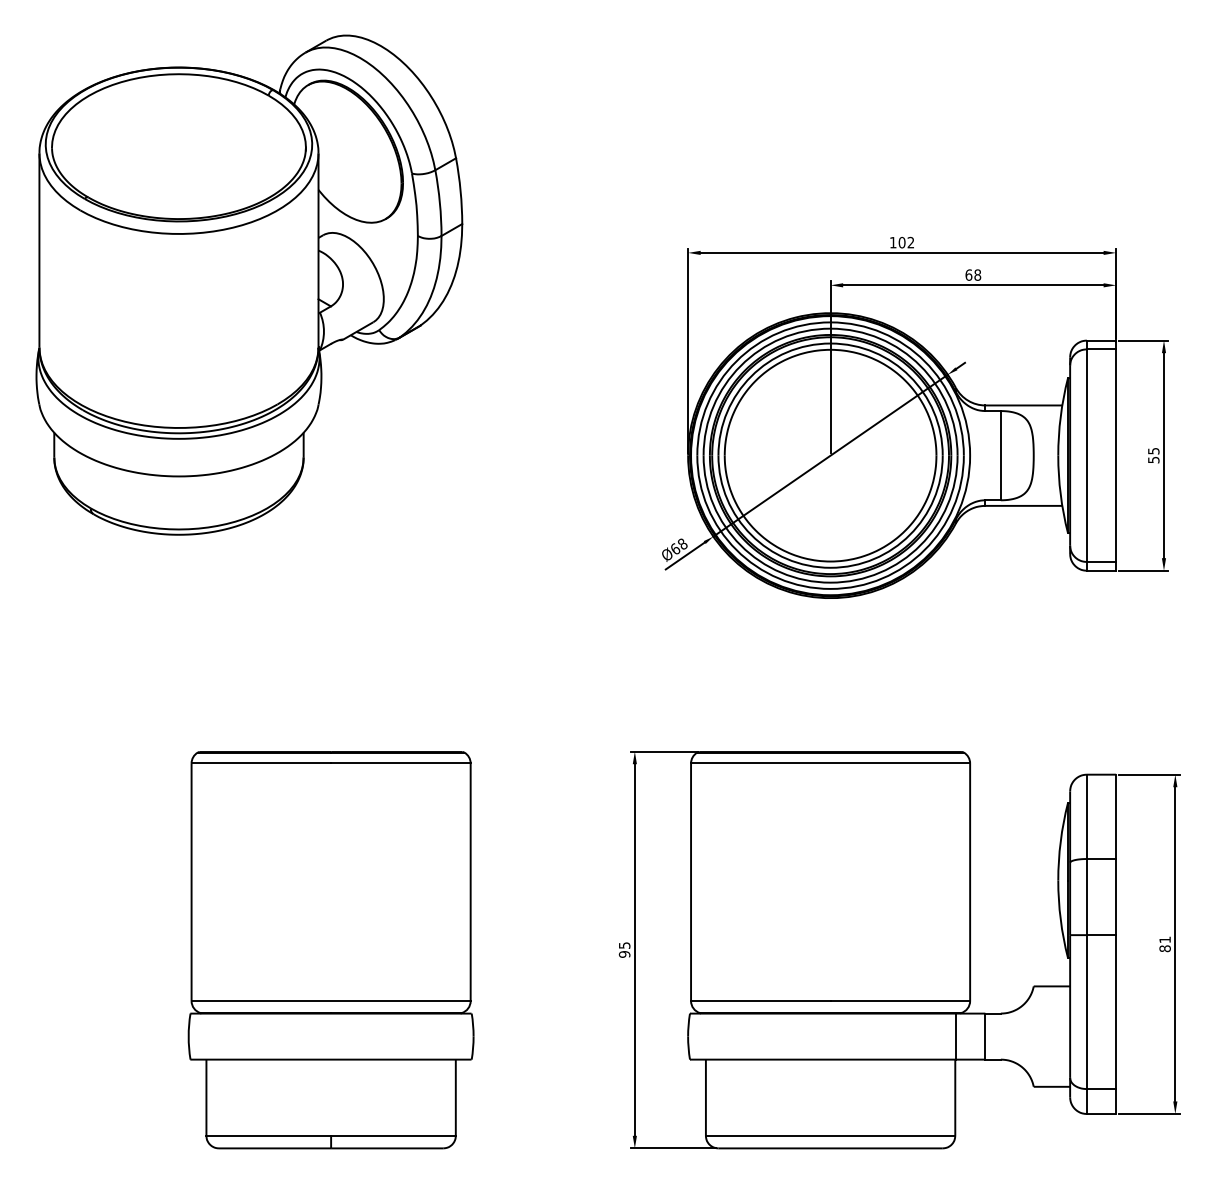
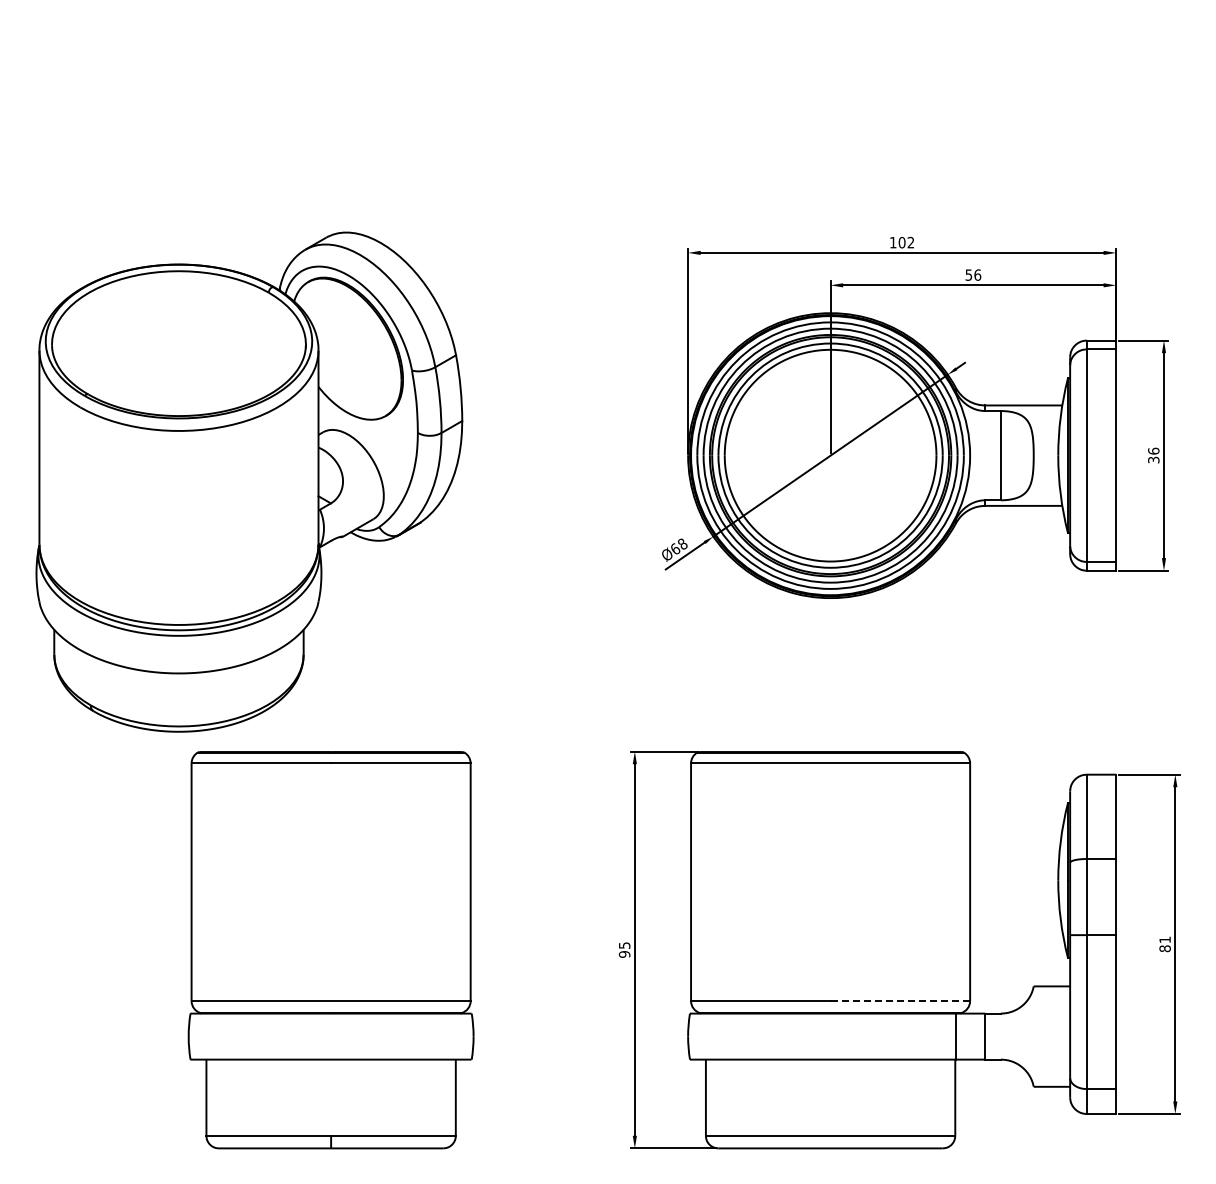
text at (973, 274): 68 -> 56
part at (249, 284) position: (249, 284) -> (249, 481)
text at (1153, 455): 55 -> 36
line at (900, 1001): solid -> dashed
